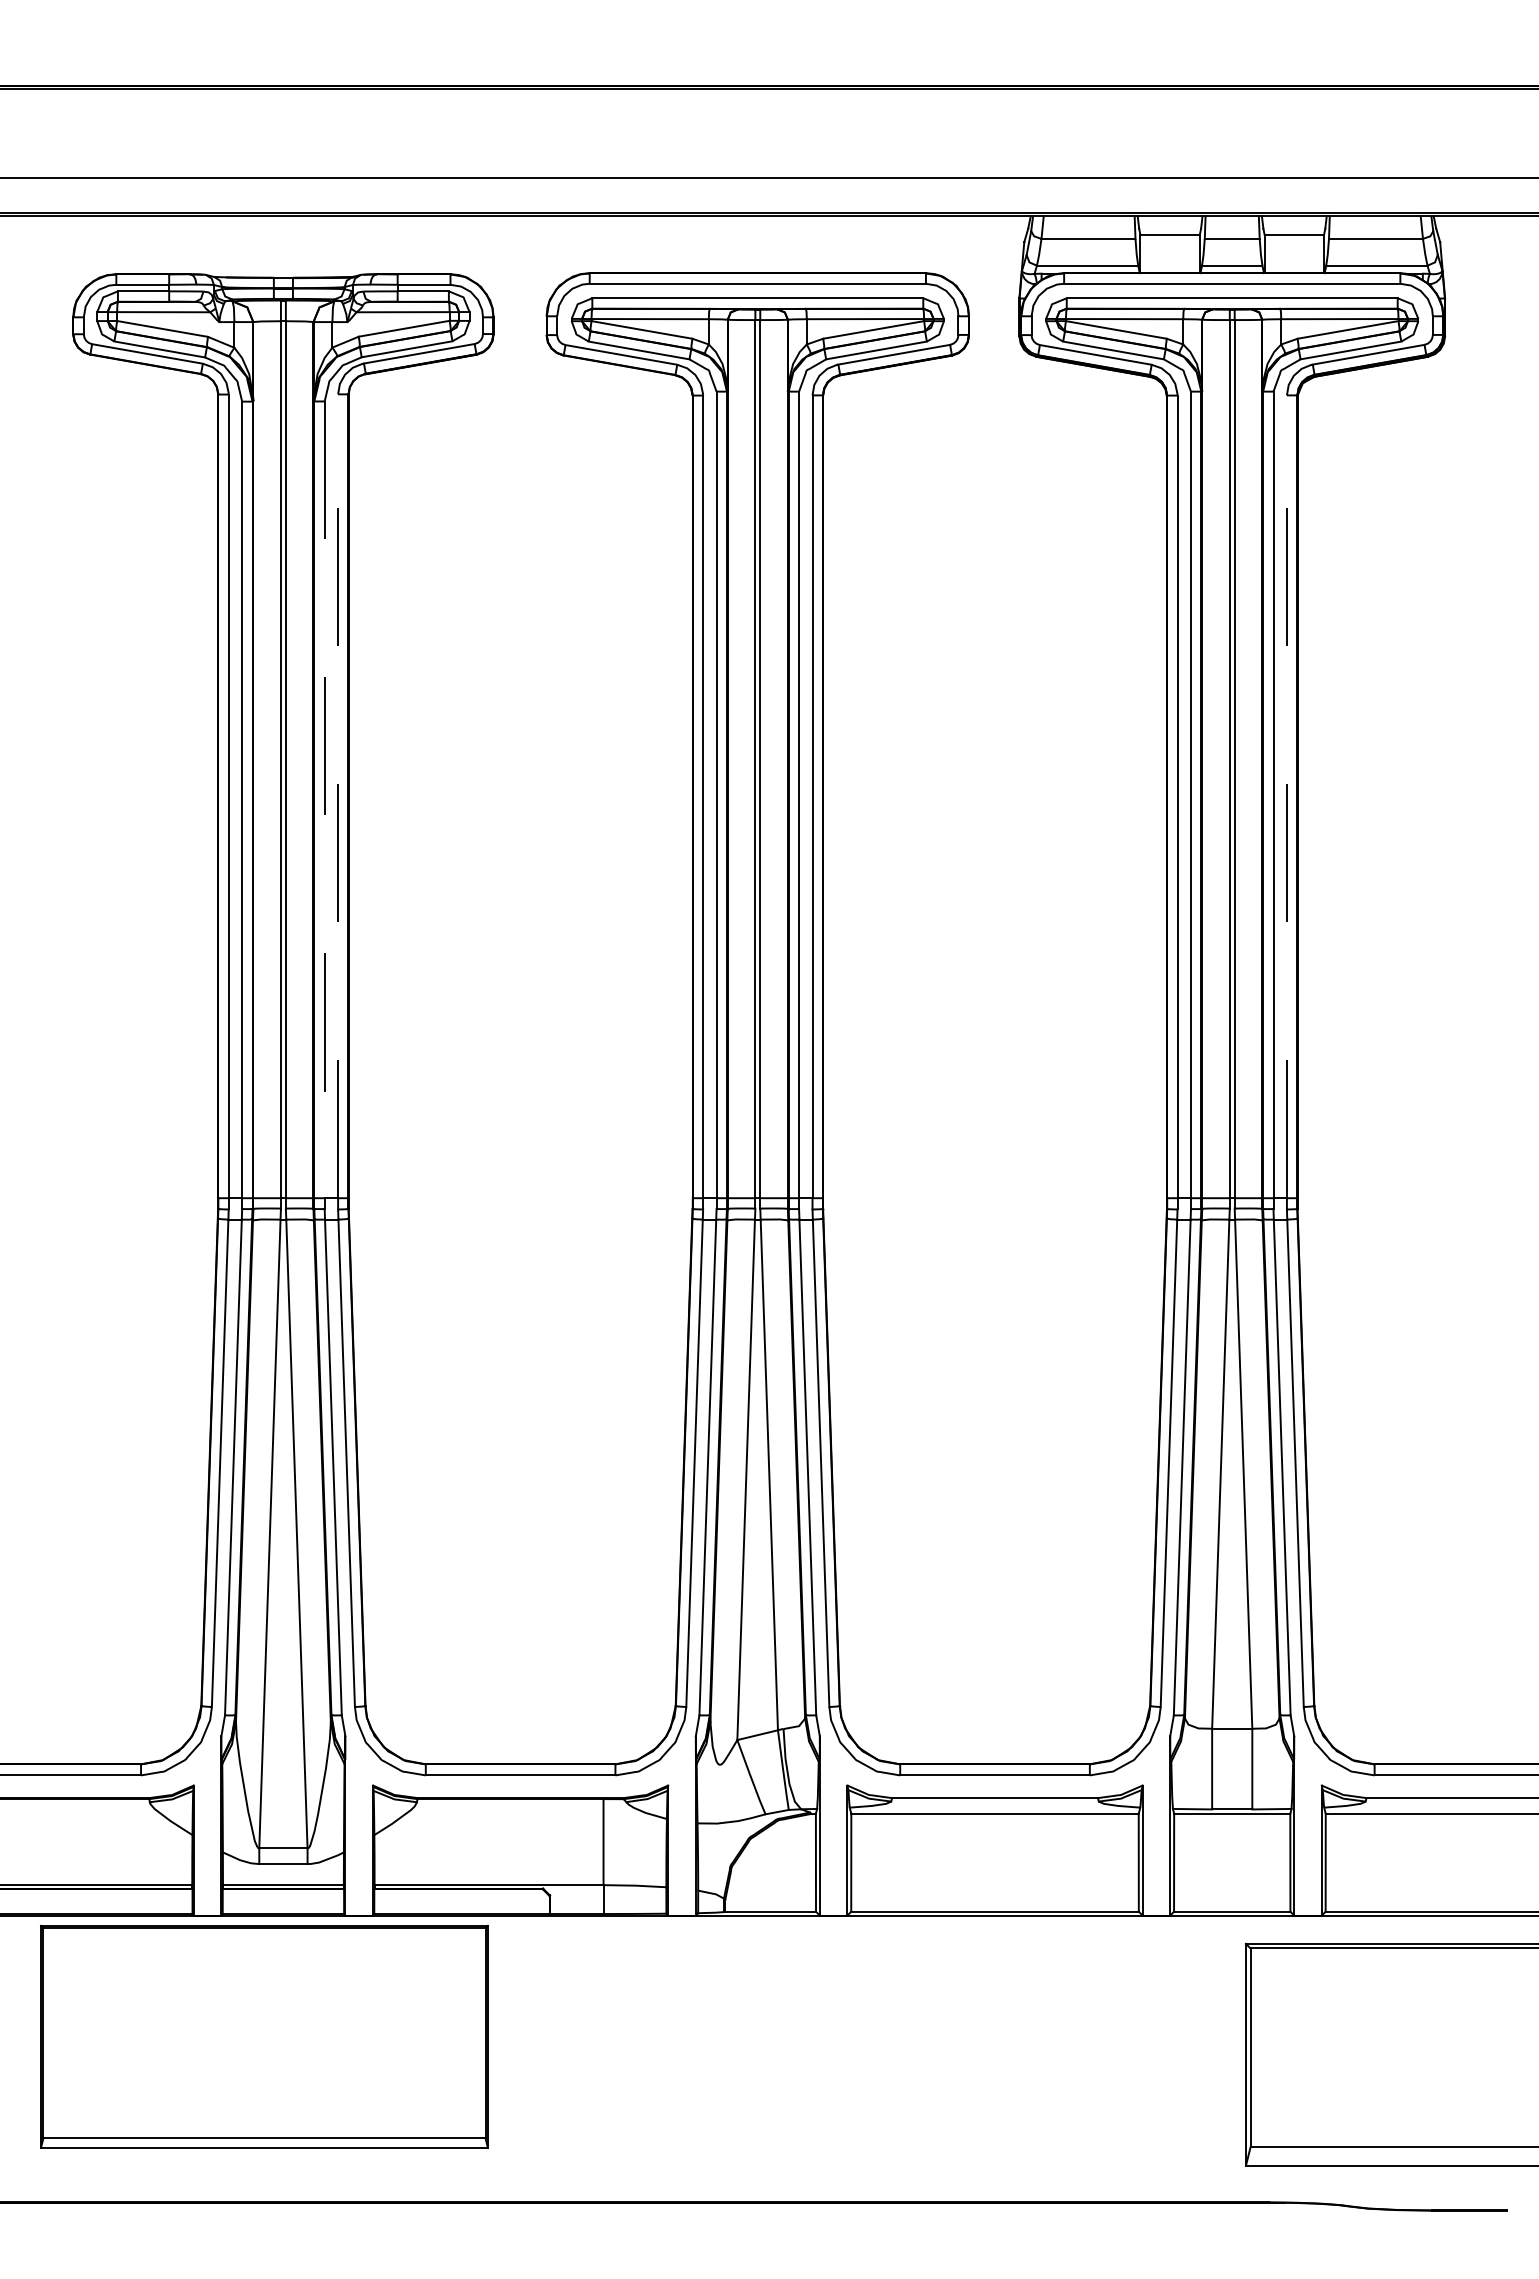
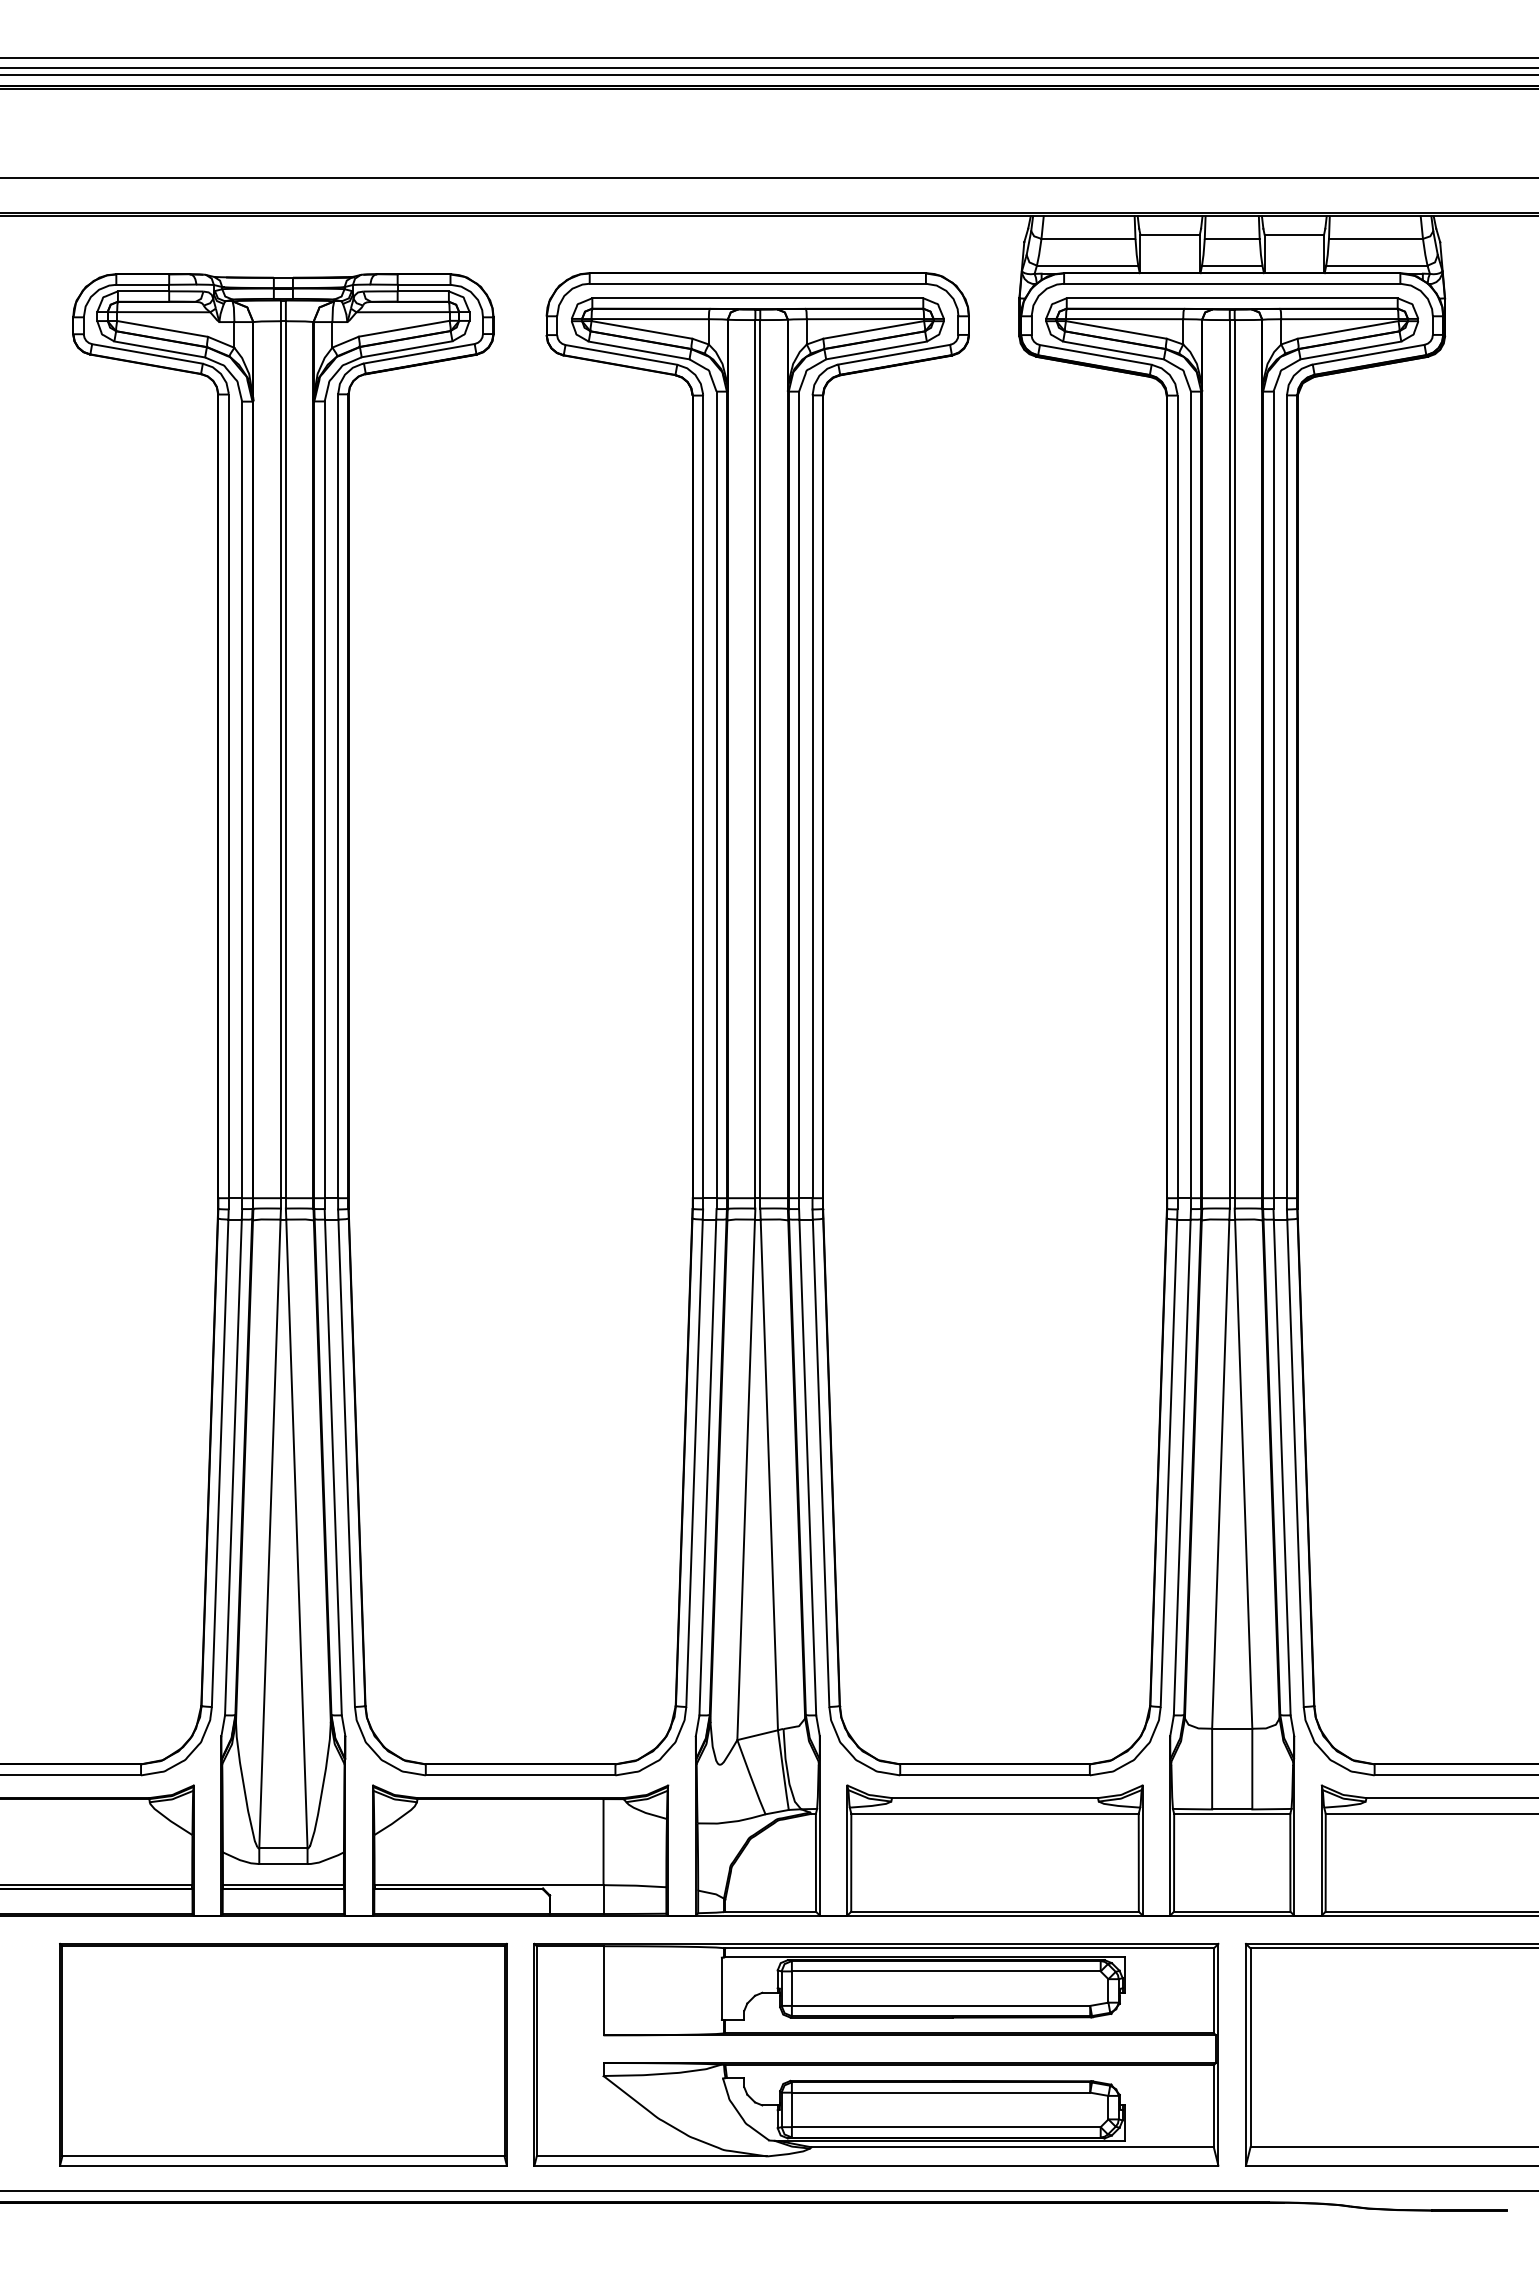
line at (768, 58): none -> present
line at (768, 68): none -> present
line at (768, 75): none -> present
line at (338, 796): dashed -> solid
line at (1286, 796): dashed -> solid
line at (324, 800): dashed -> solid
part at (264, 2036) position: (264, 2036) -> (283, 2054)
part at (876, 2054): none -> present
line at (768, 2190): none -> present
